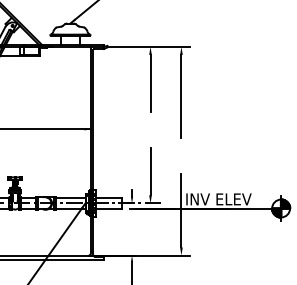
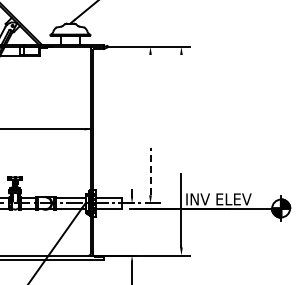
line at (150, 82): present -> none
line at (181, 95): present -> none
line at (150, 171): solid -> dashed
